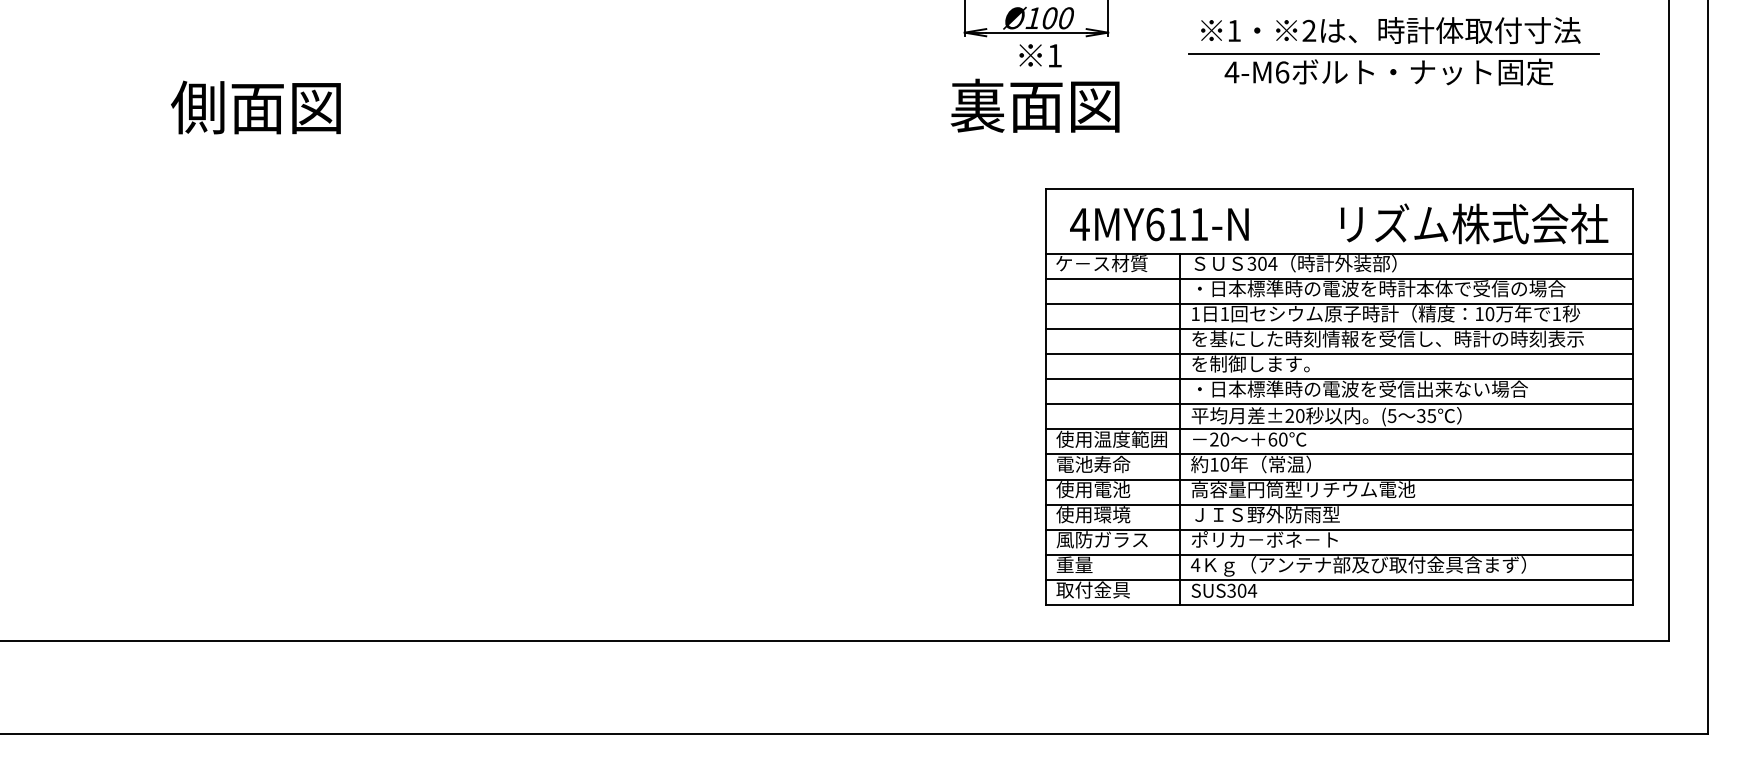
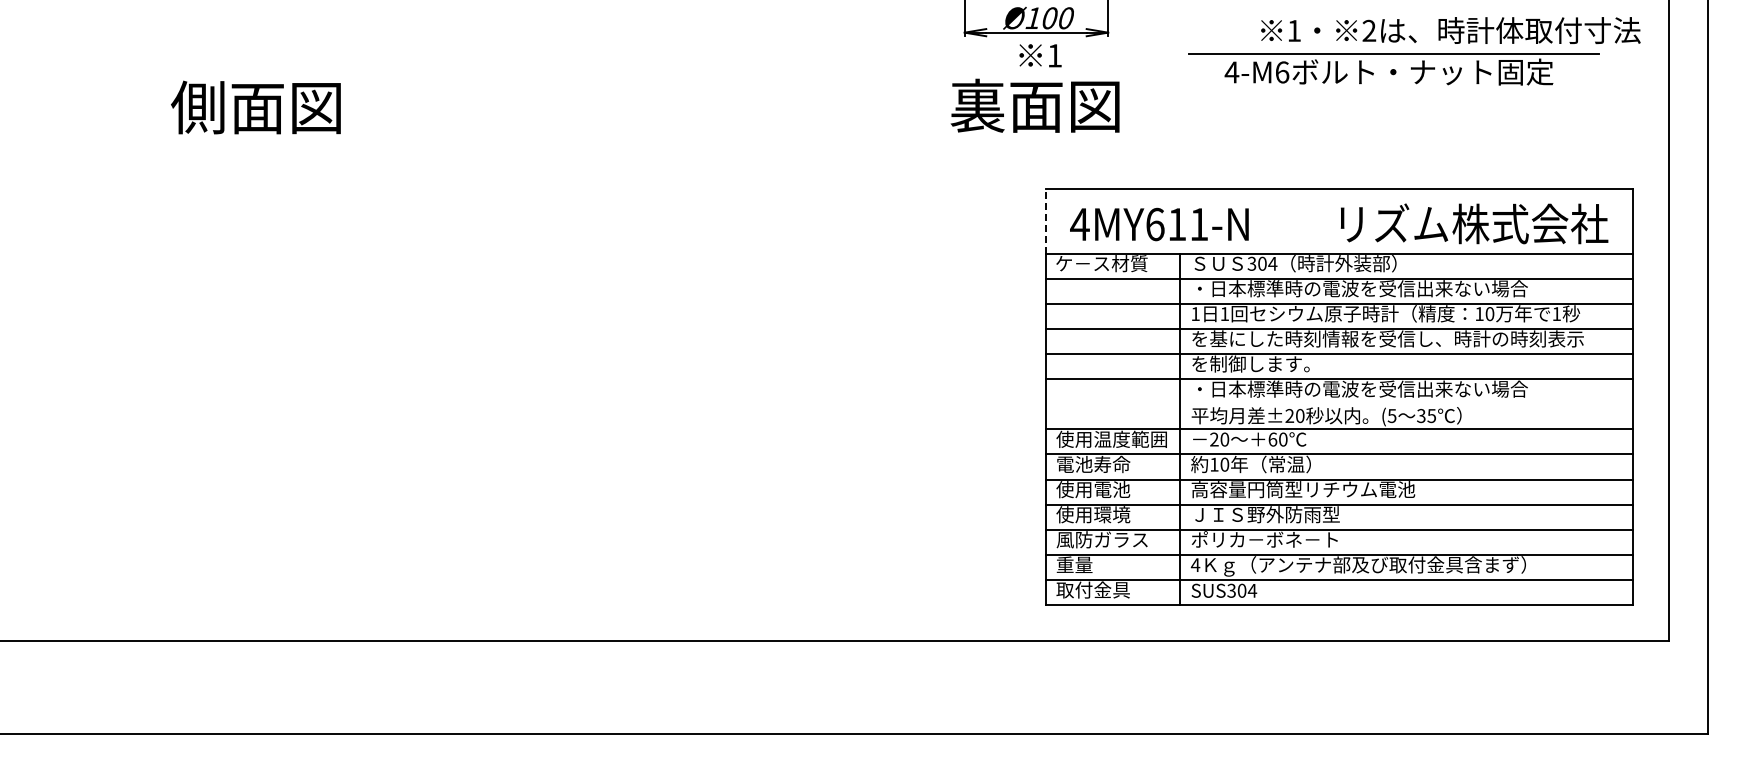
text at (1390, 30) position: (1390, 30) -> (1450, 30)
line at (1045, 220): solid -> dashed
text at (1472, 288): ・日本標準時の電波を時計本体で受信の場合 -> ・日本標準時の電波を受信出来ない場合
line at (1338, 404): present -> none
